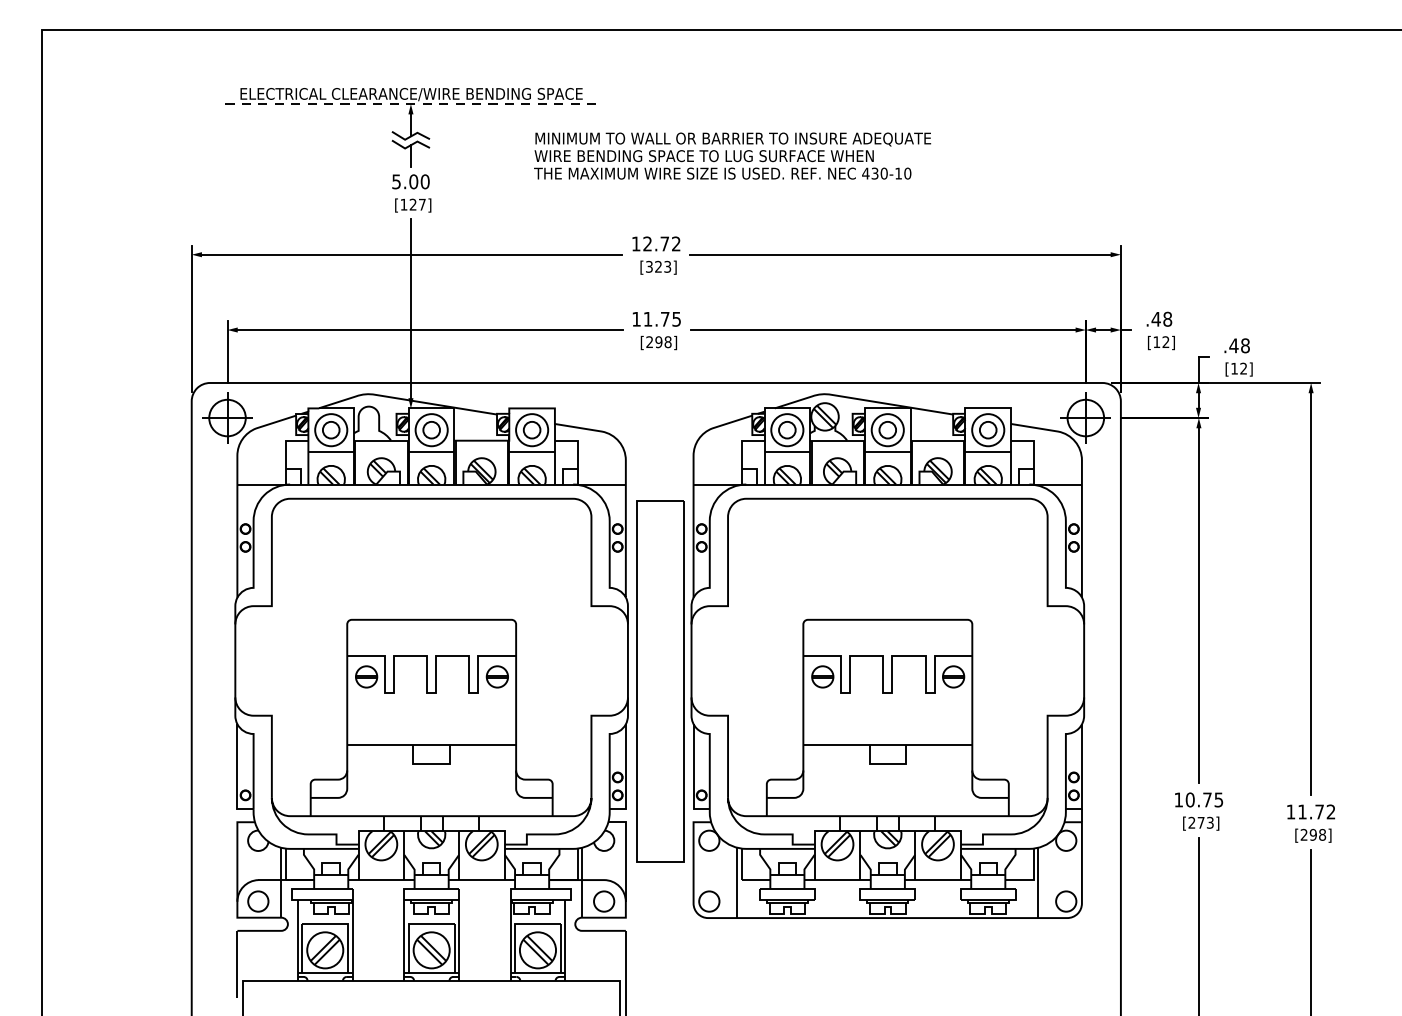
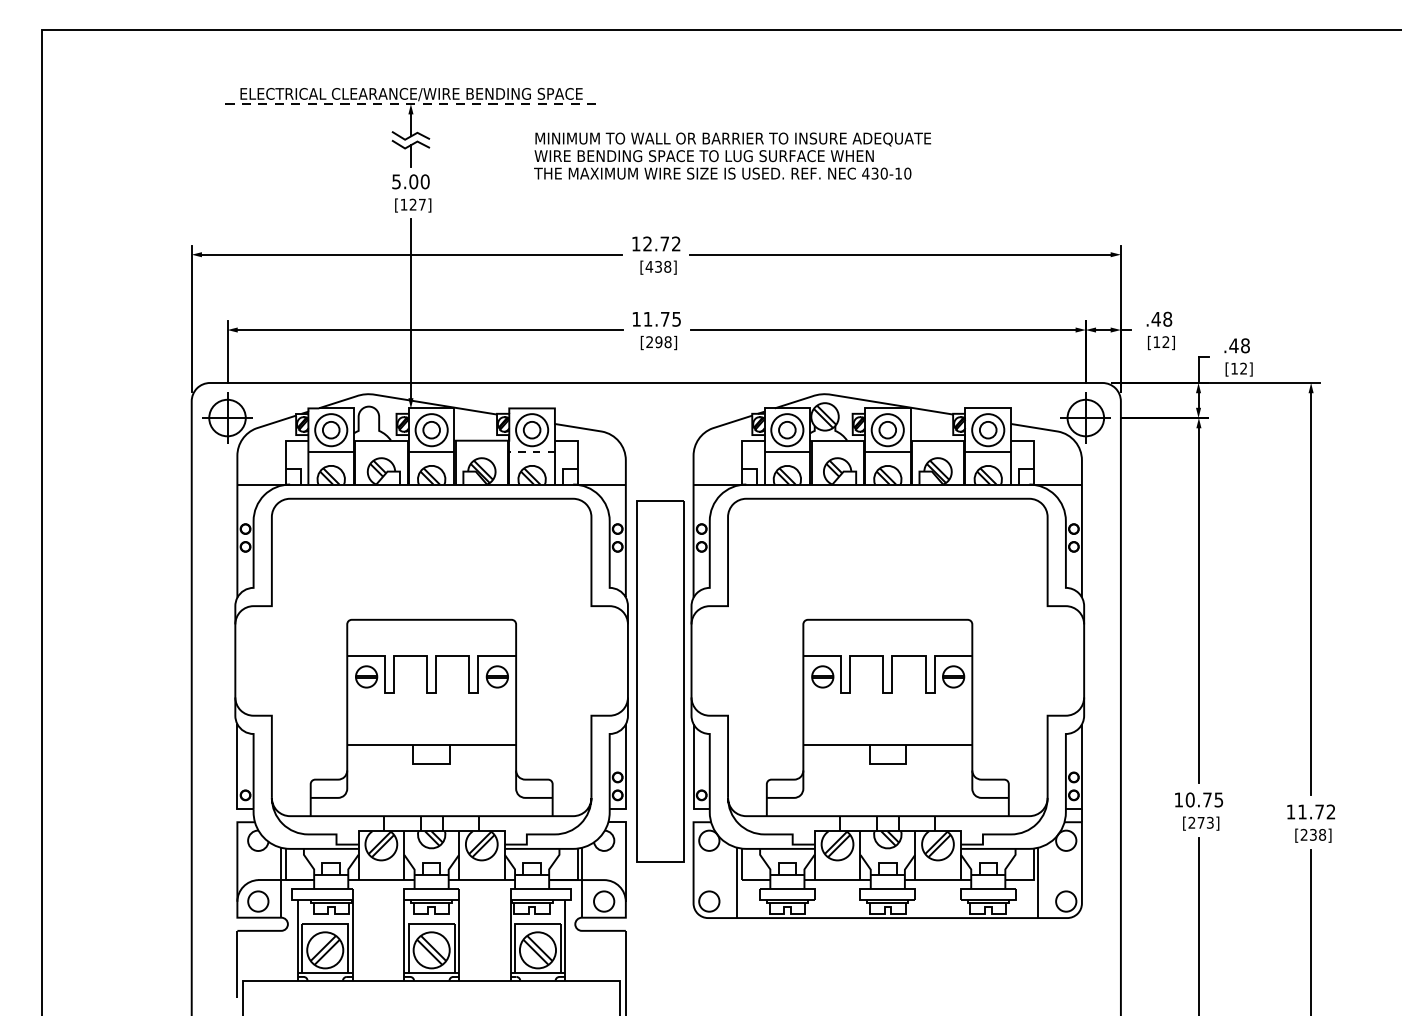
text at (658, 266): [323] -> [438]
line at (532, 451): solid -> dashed
text at (1312, 834): [298] -> [238]
